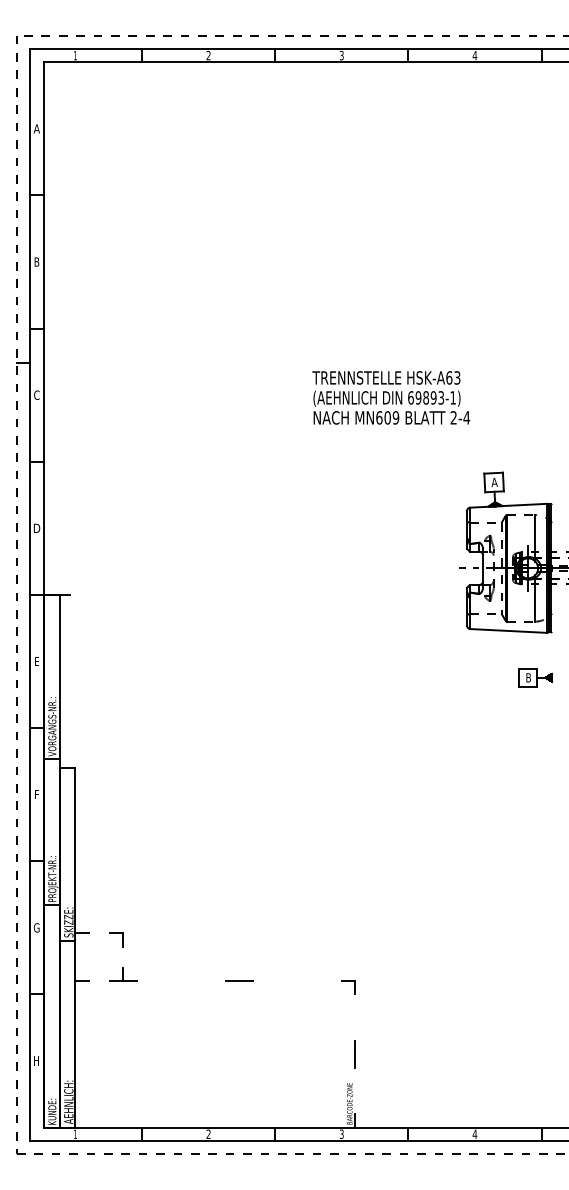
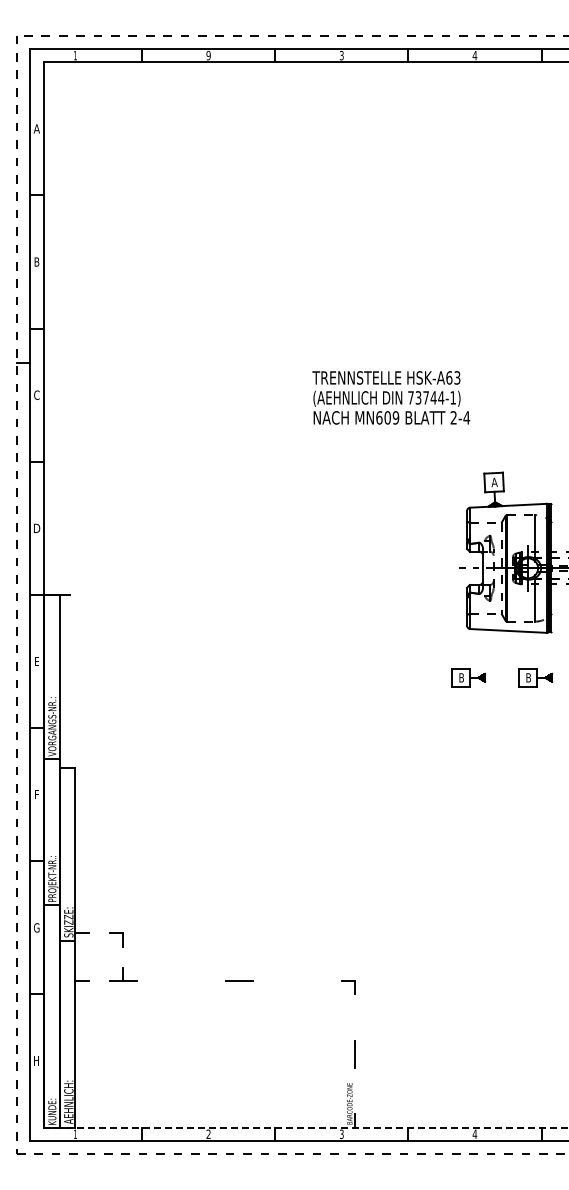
text at (208, 55): 2 -> 9
text at (426, 397): 69893-1) -> 73744-1)
part at (468, 677): none -> present
line at (306, 1127): solid -> dashed
